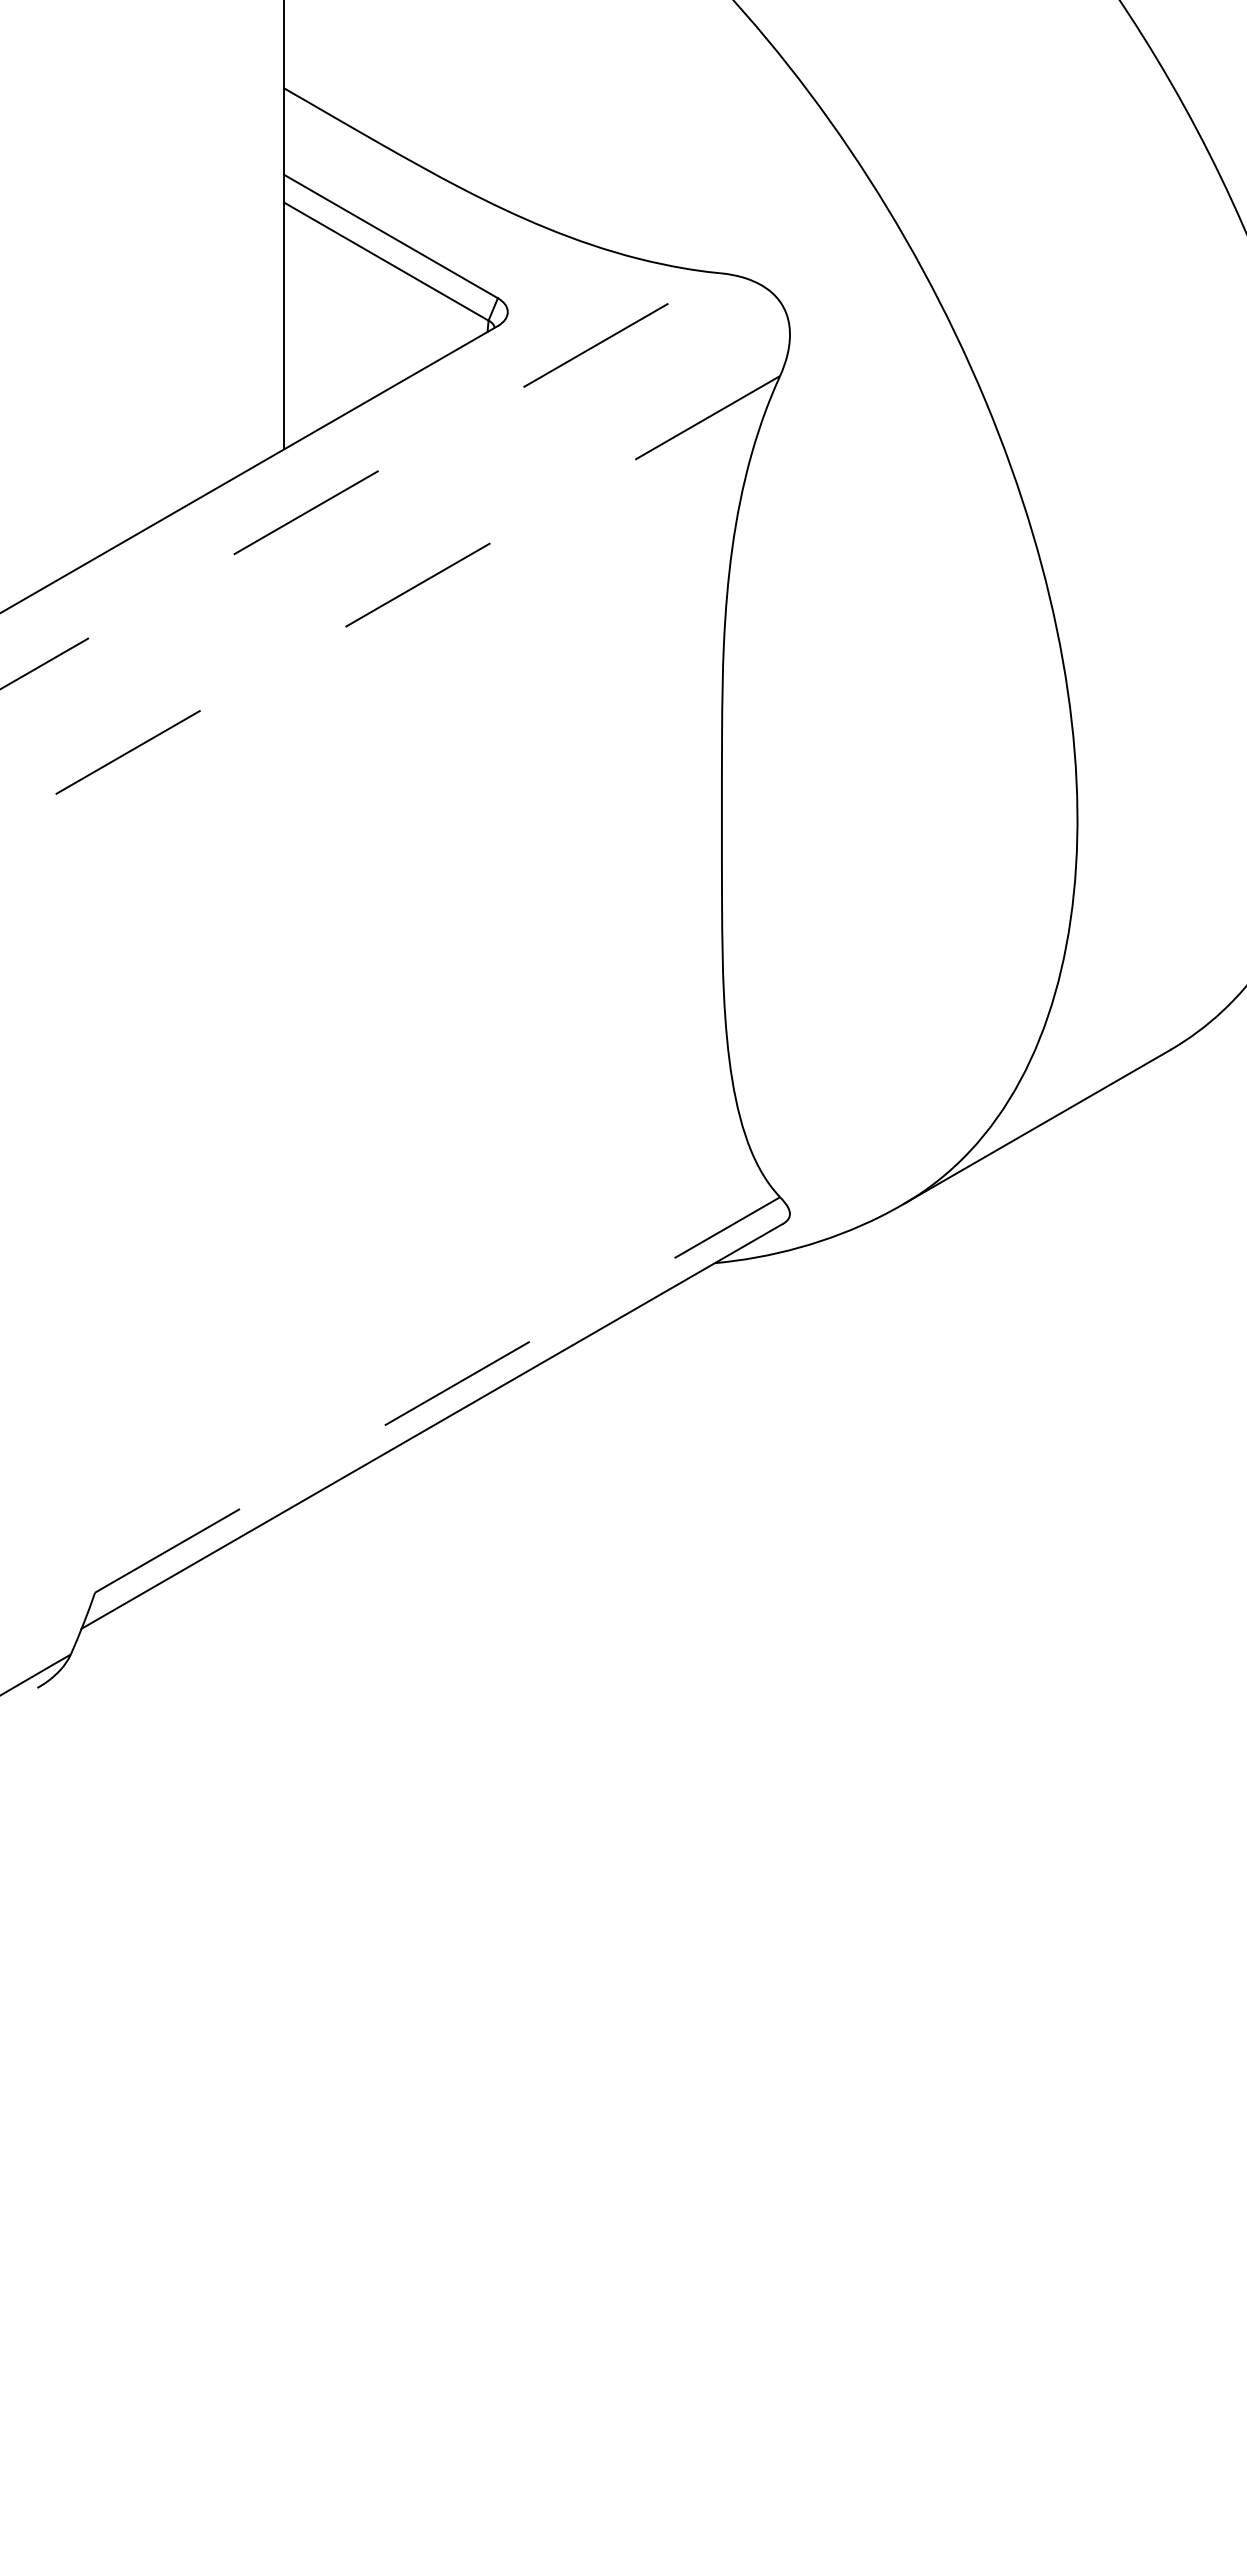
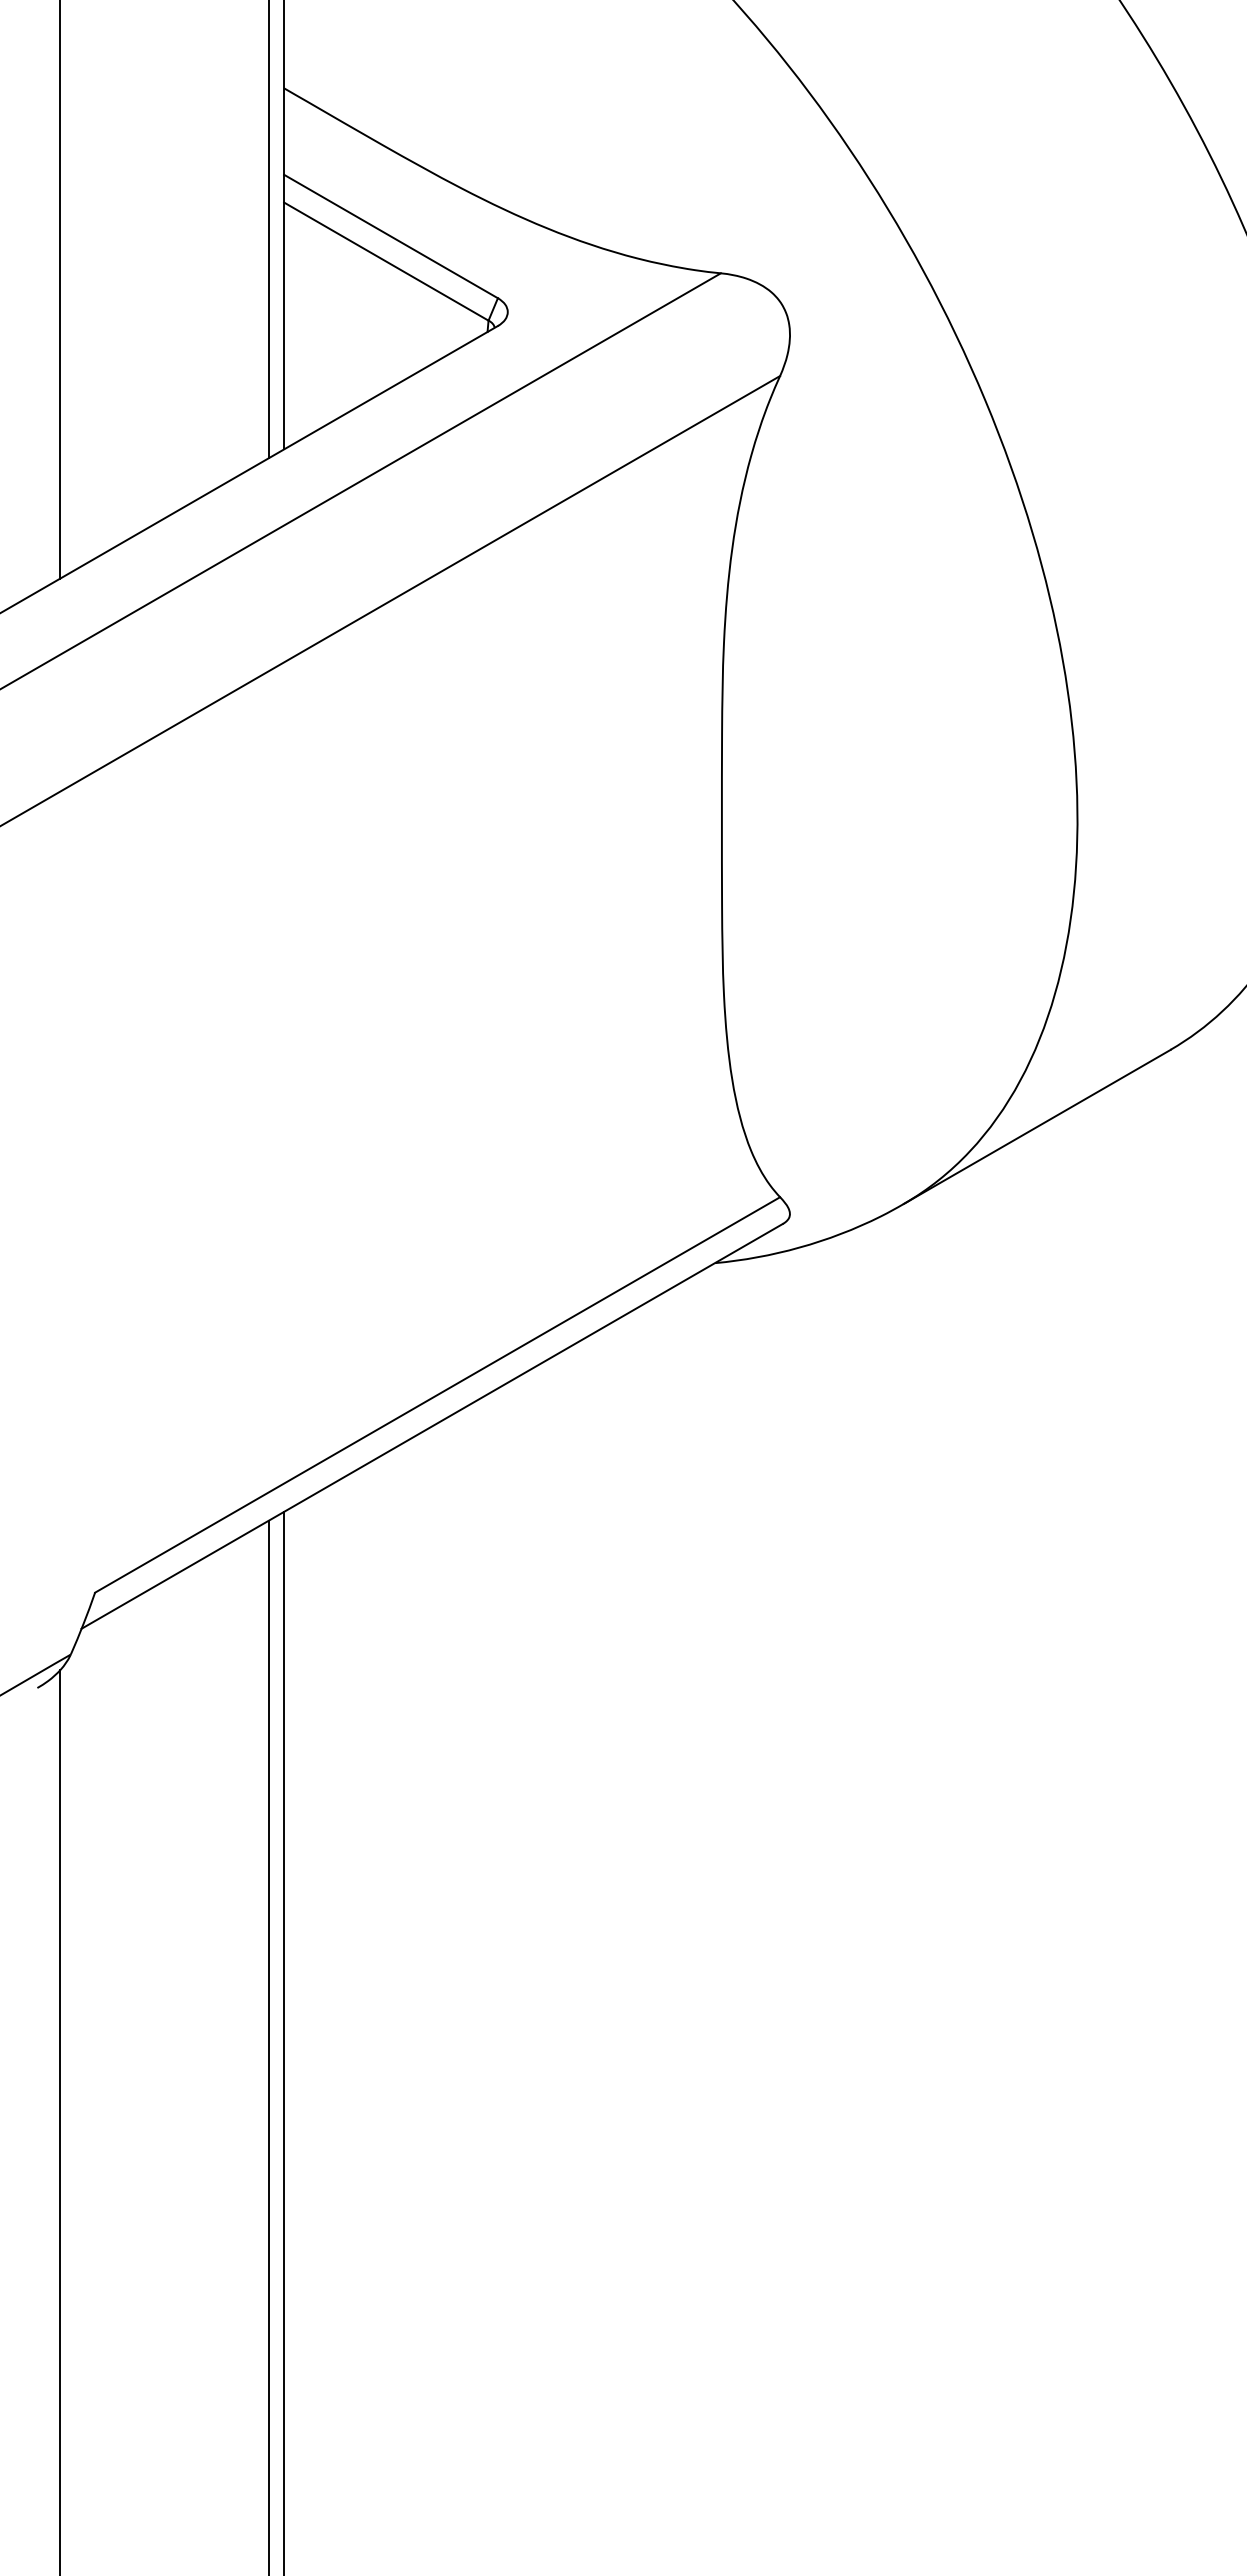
line at (268, 230): none -> present
line at (59, 290): none -> present
line at (360, 481): dashed -> solid
line at (389, 601): dashed -> solid
line at (438, 1394): dashed -> solid
line at (284, 2042): none -> present
line at (268, 2046): none -> present
line at (59, 2121): none -> present
